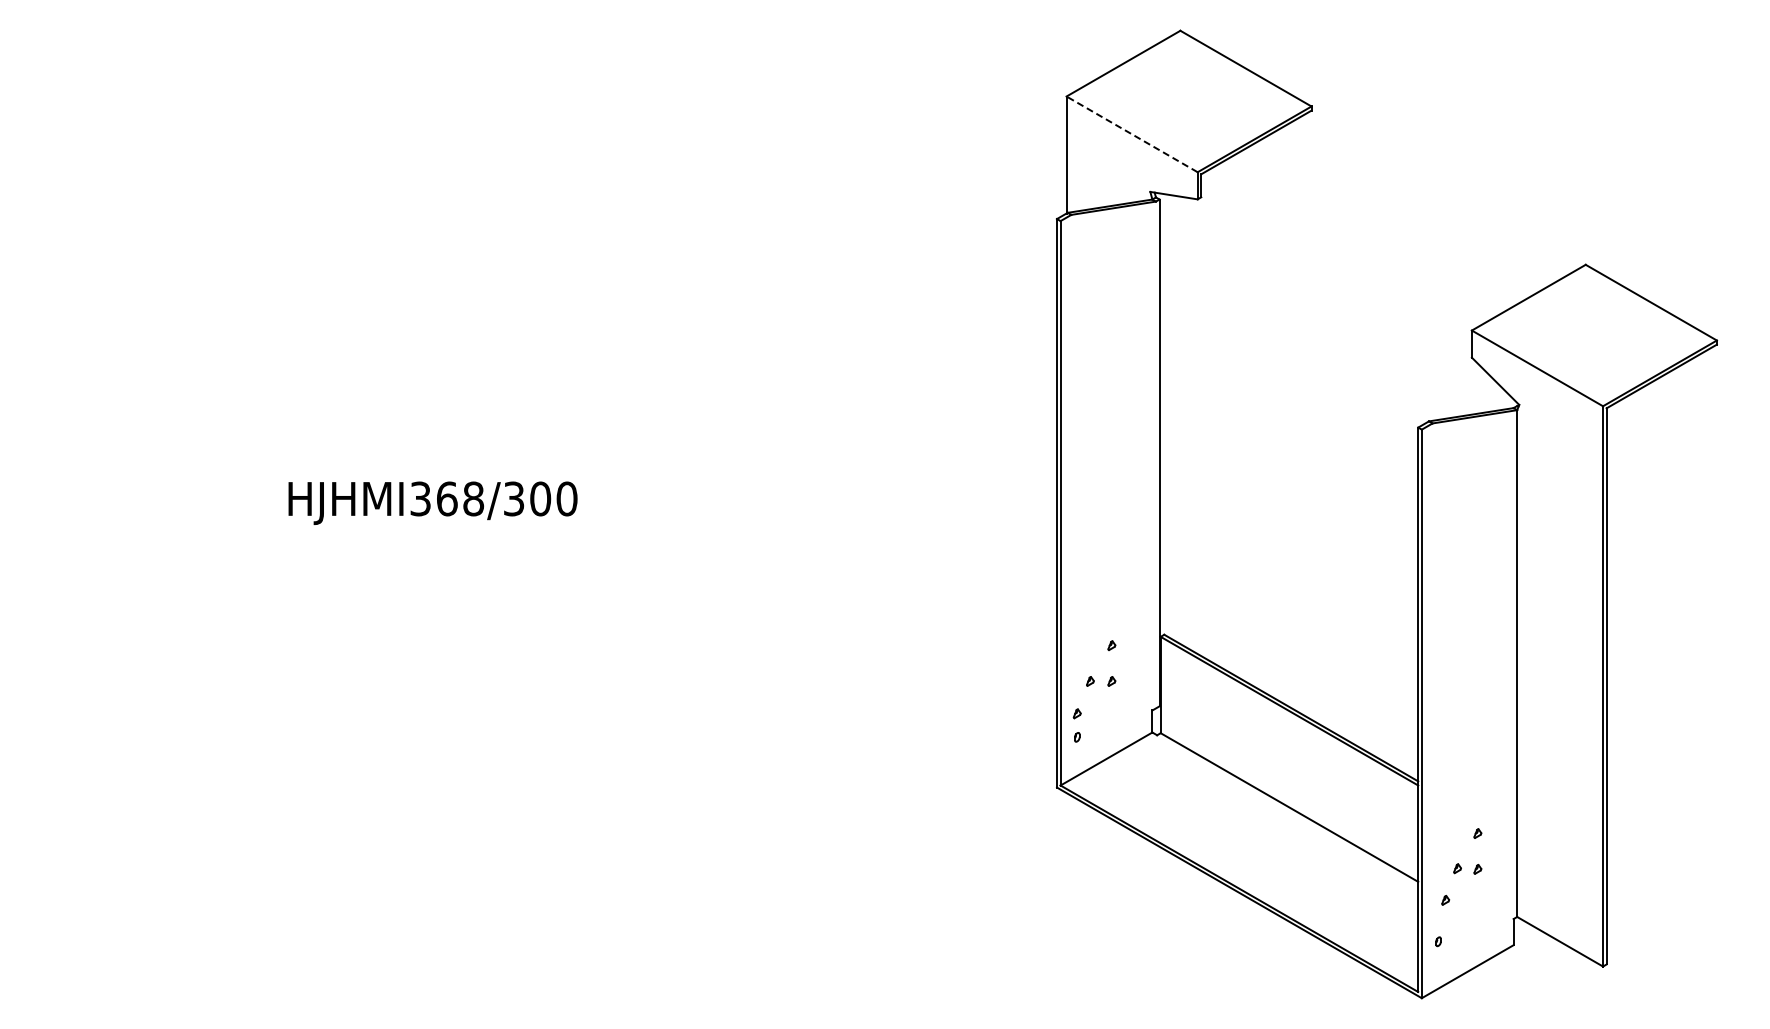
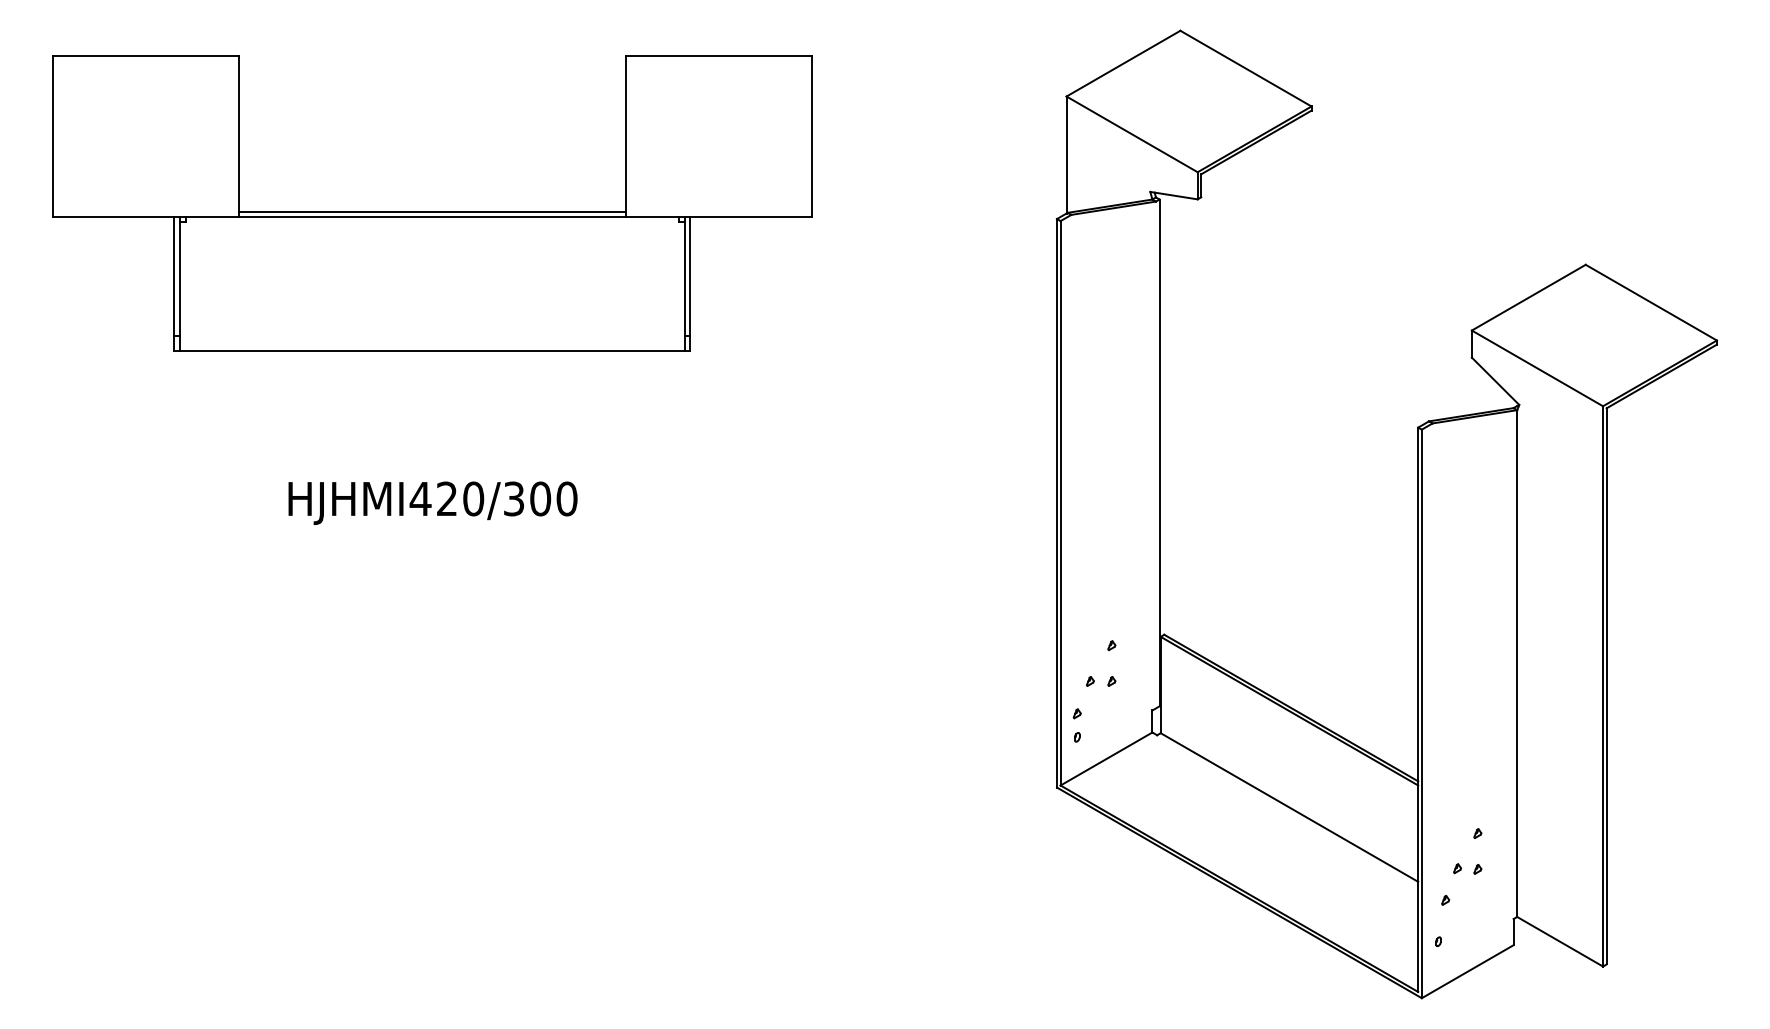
line at (1132, 134): dashed -> solid
part at (432, 211): none -> present
text at (446, 498): HJHMI368/300 -> HJHMI420/300
